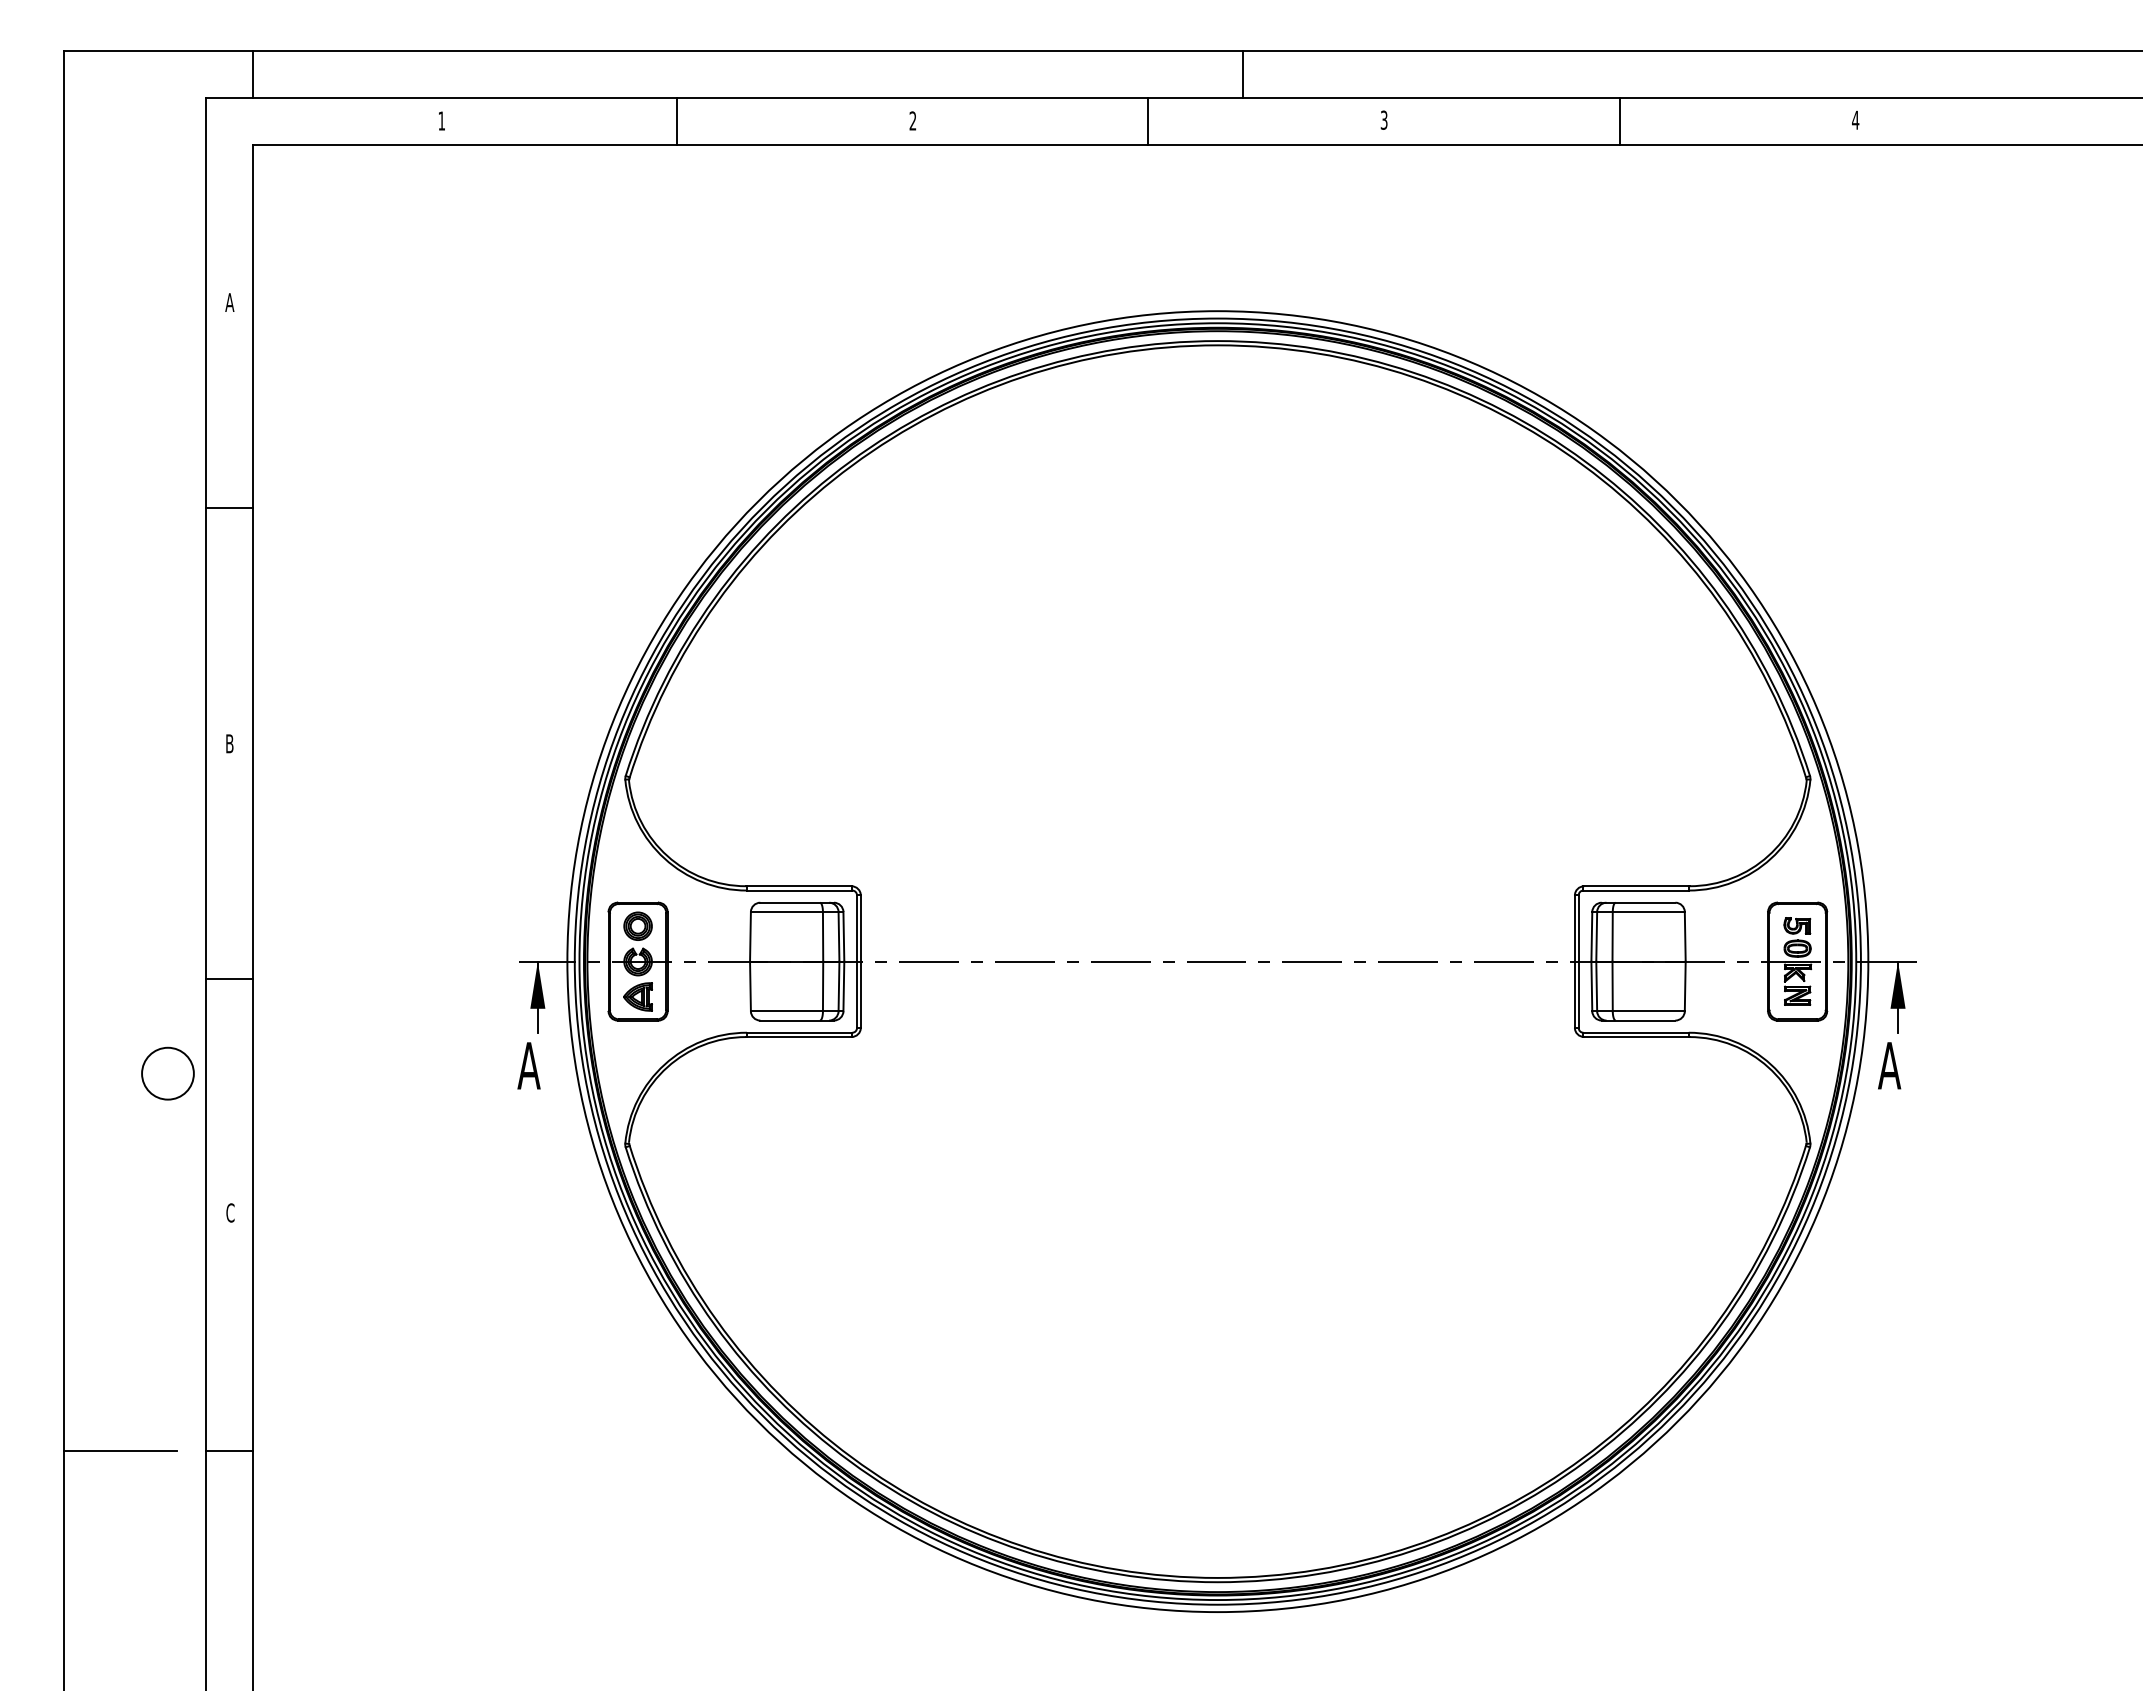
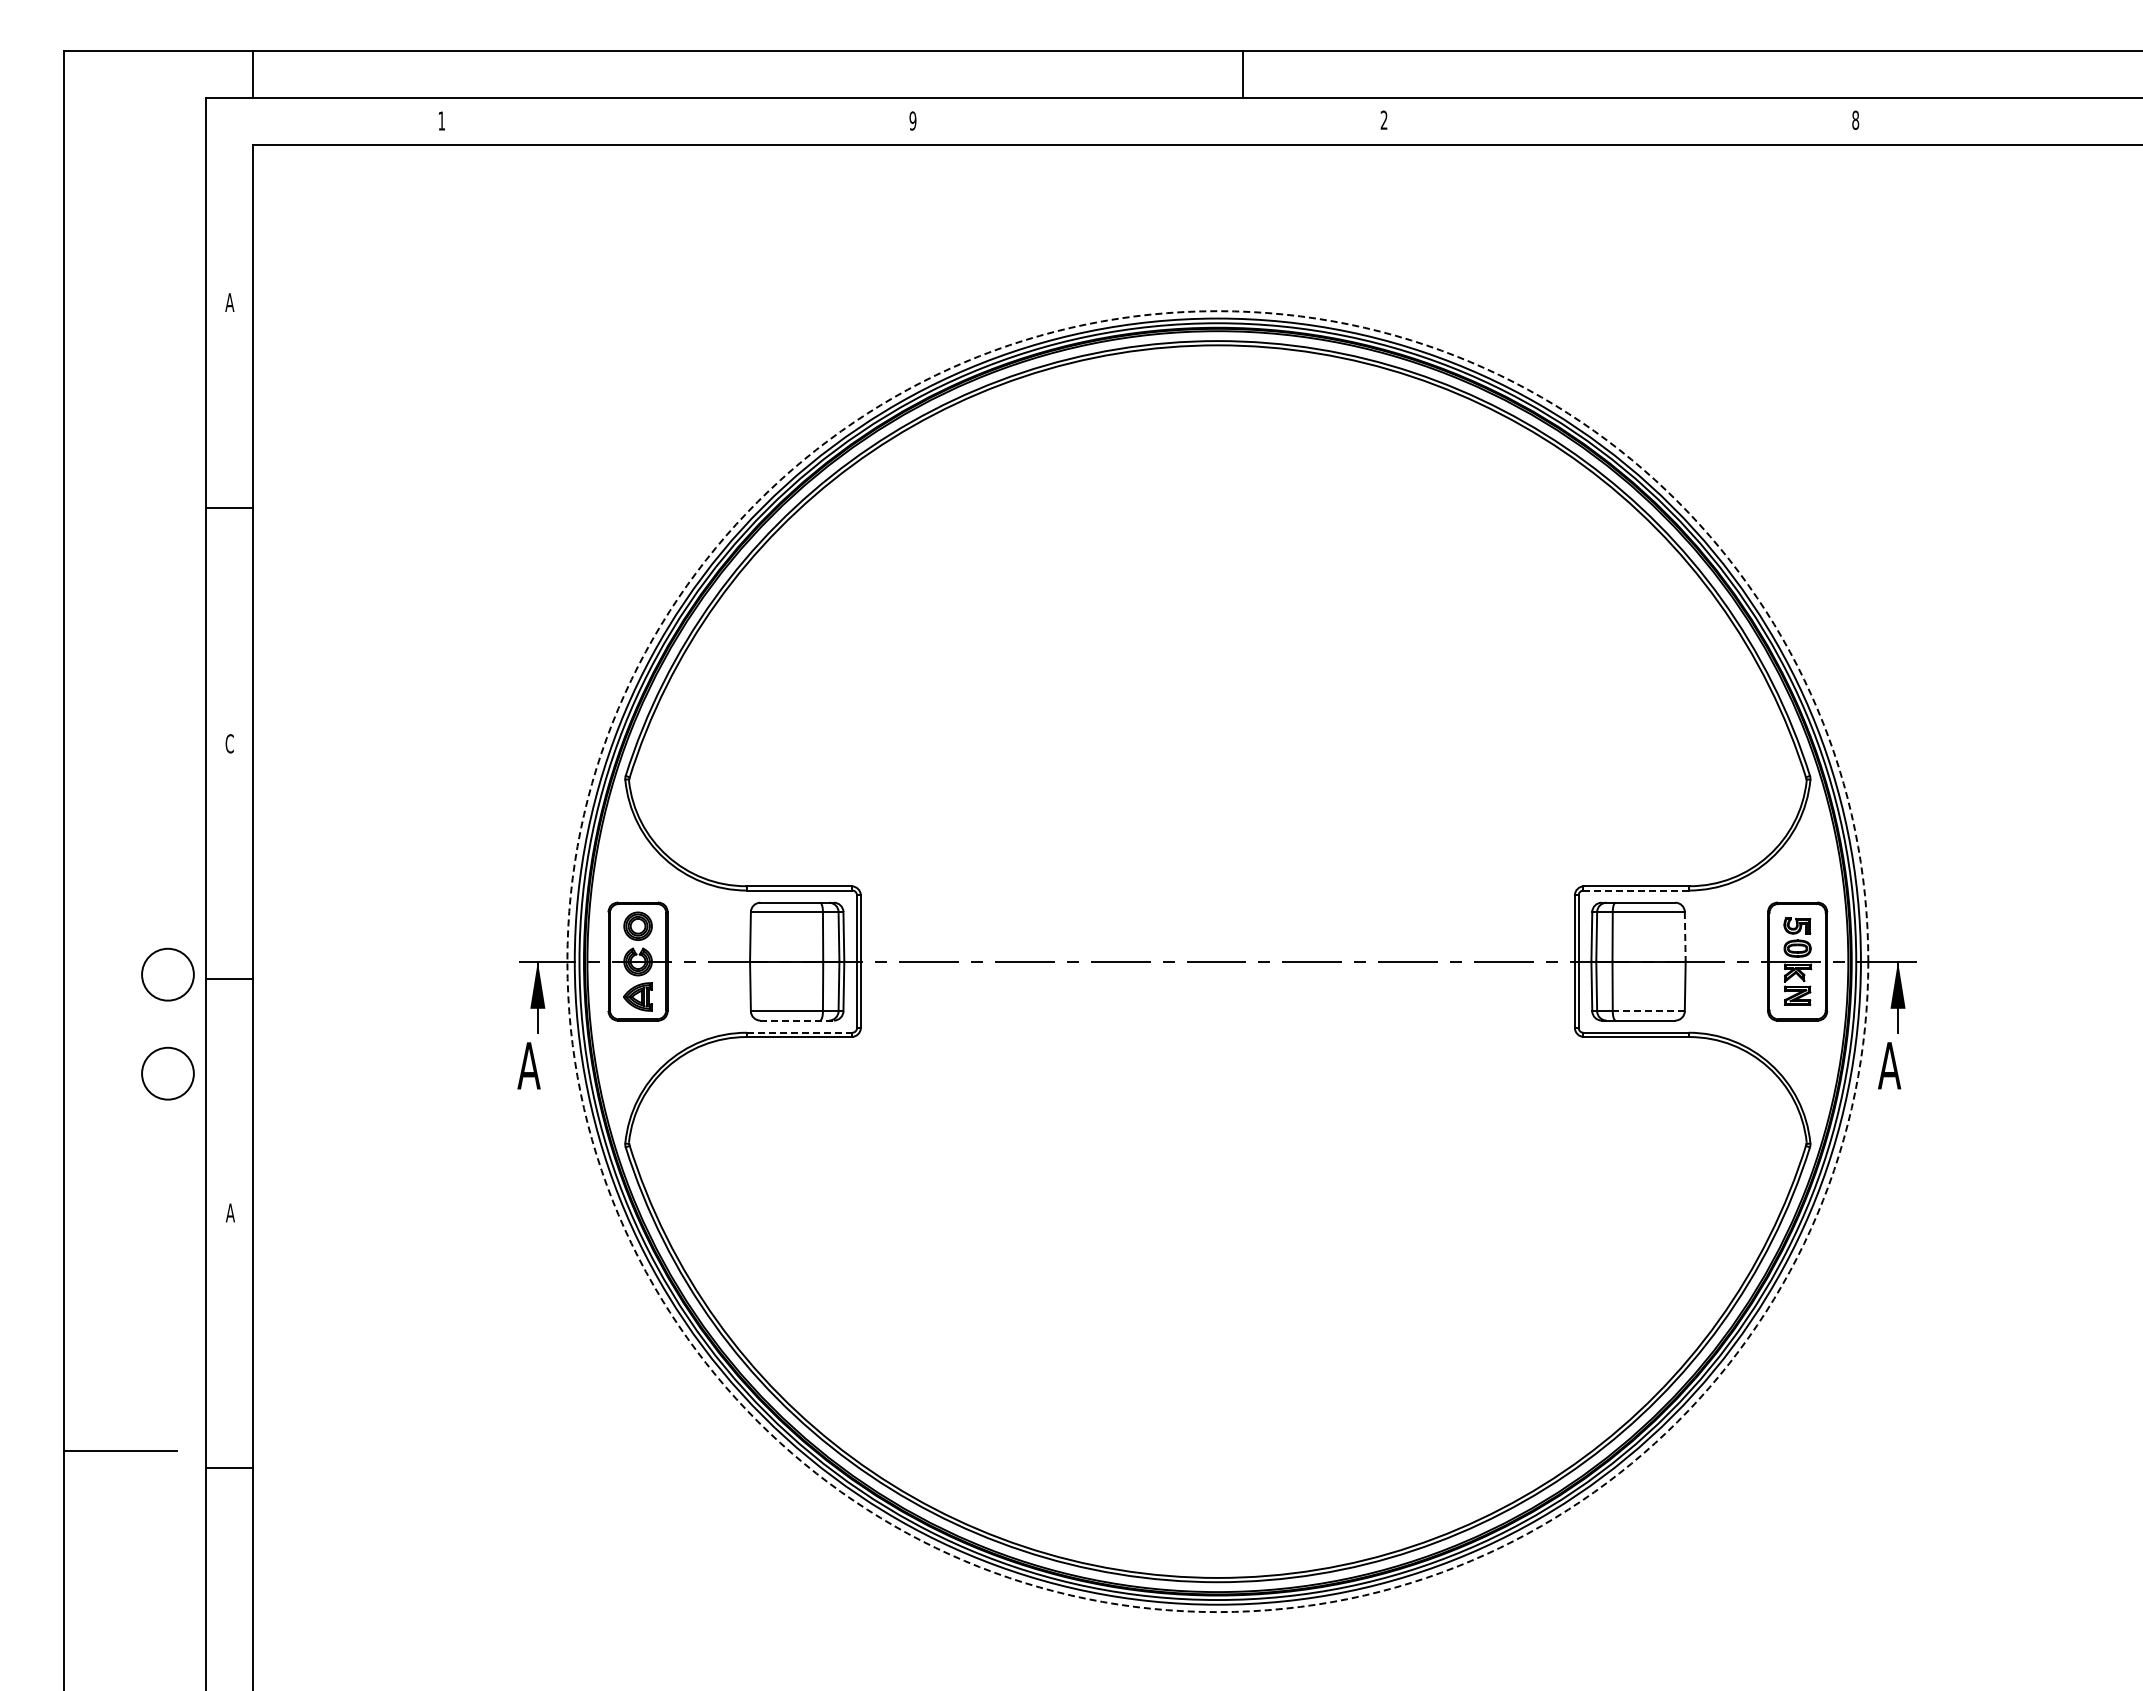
text at (1855, 119): 4 -> 8
text at (912, 120): 2 -> 9
text at (1383, 120): 3 -> 2
line at (677, 121): present -> none
line at (1148, 121): present -> none
line at (1619, 121): present -> none
text at (229, 743): B -> C
line at (1636, 890): solid -> dashed
line at (1685, 936): solid -> dashed
circle at (1217, 961): solid -> dashed
circle at (167, 974): none -> present
line at (1648, 1011): solid -> dashed
line at (797, 1020): solid -> dashed
line at (799, 1032): solid -> dashed
text at (230, 1212): C -> A
line at (228, 1450) position: (228, 1450) -> (228, 1467)
